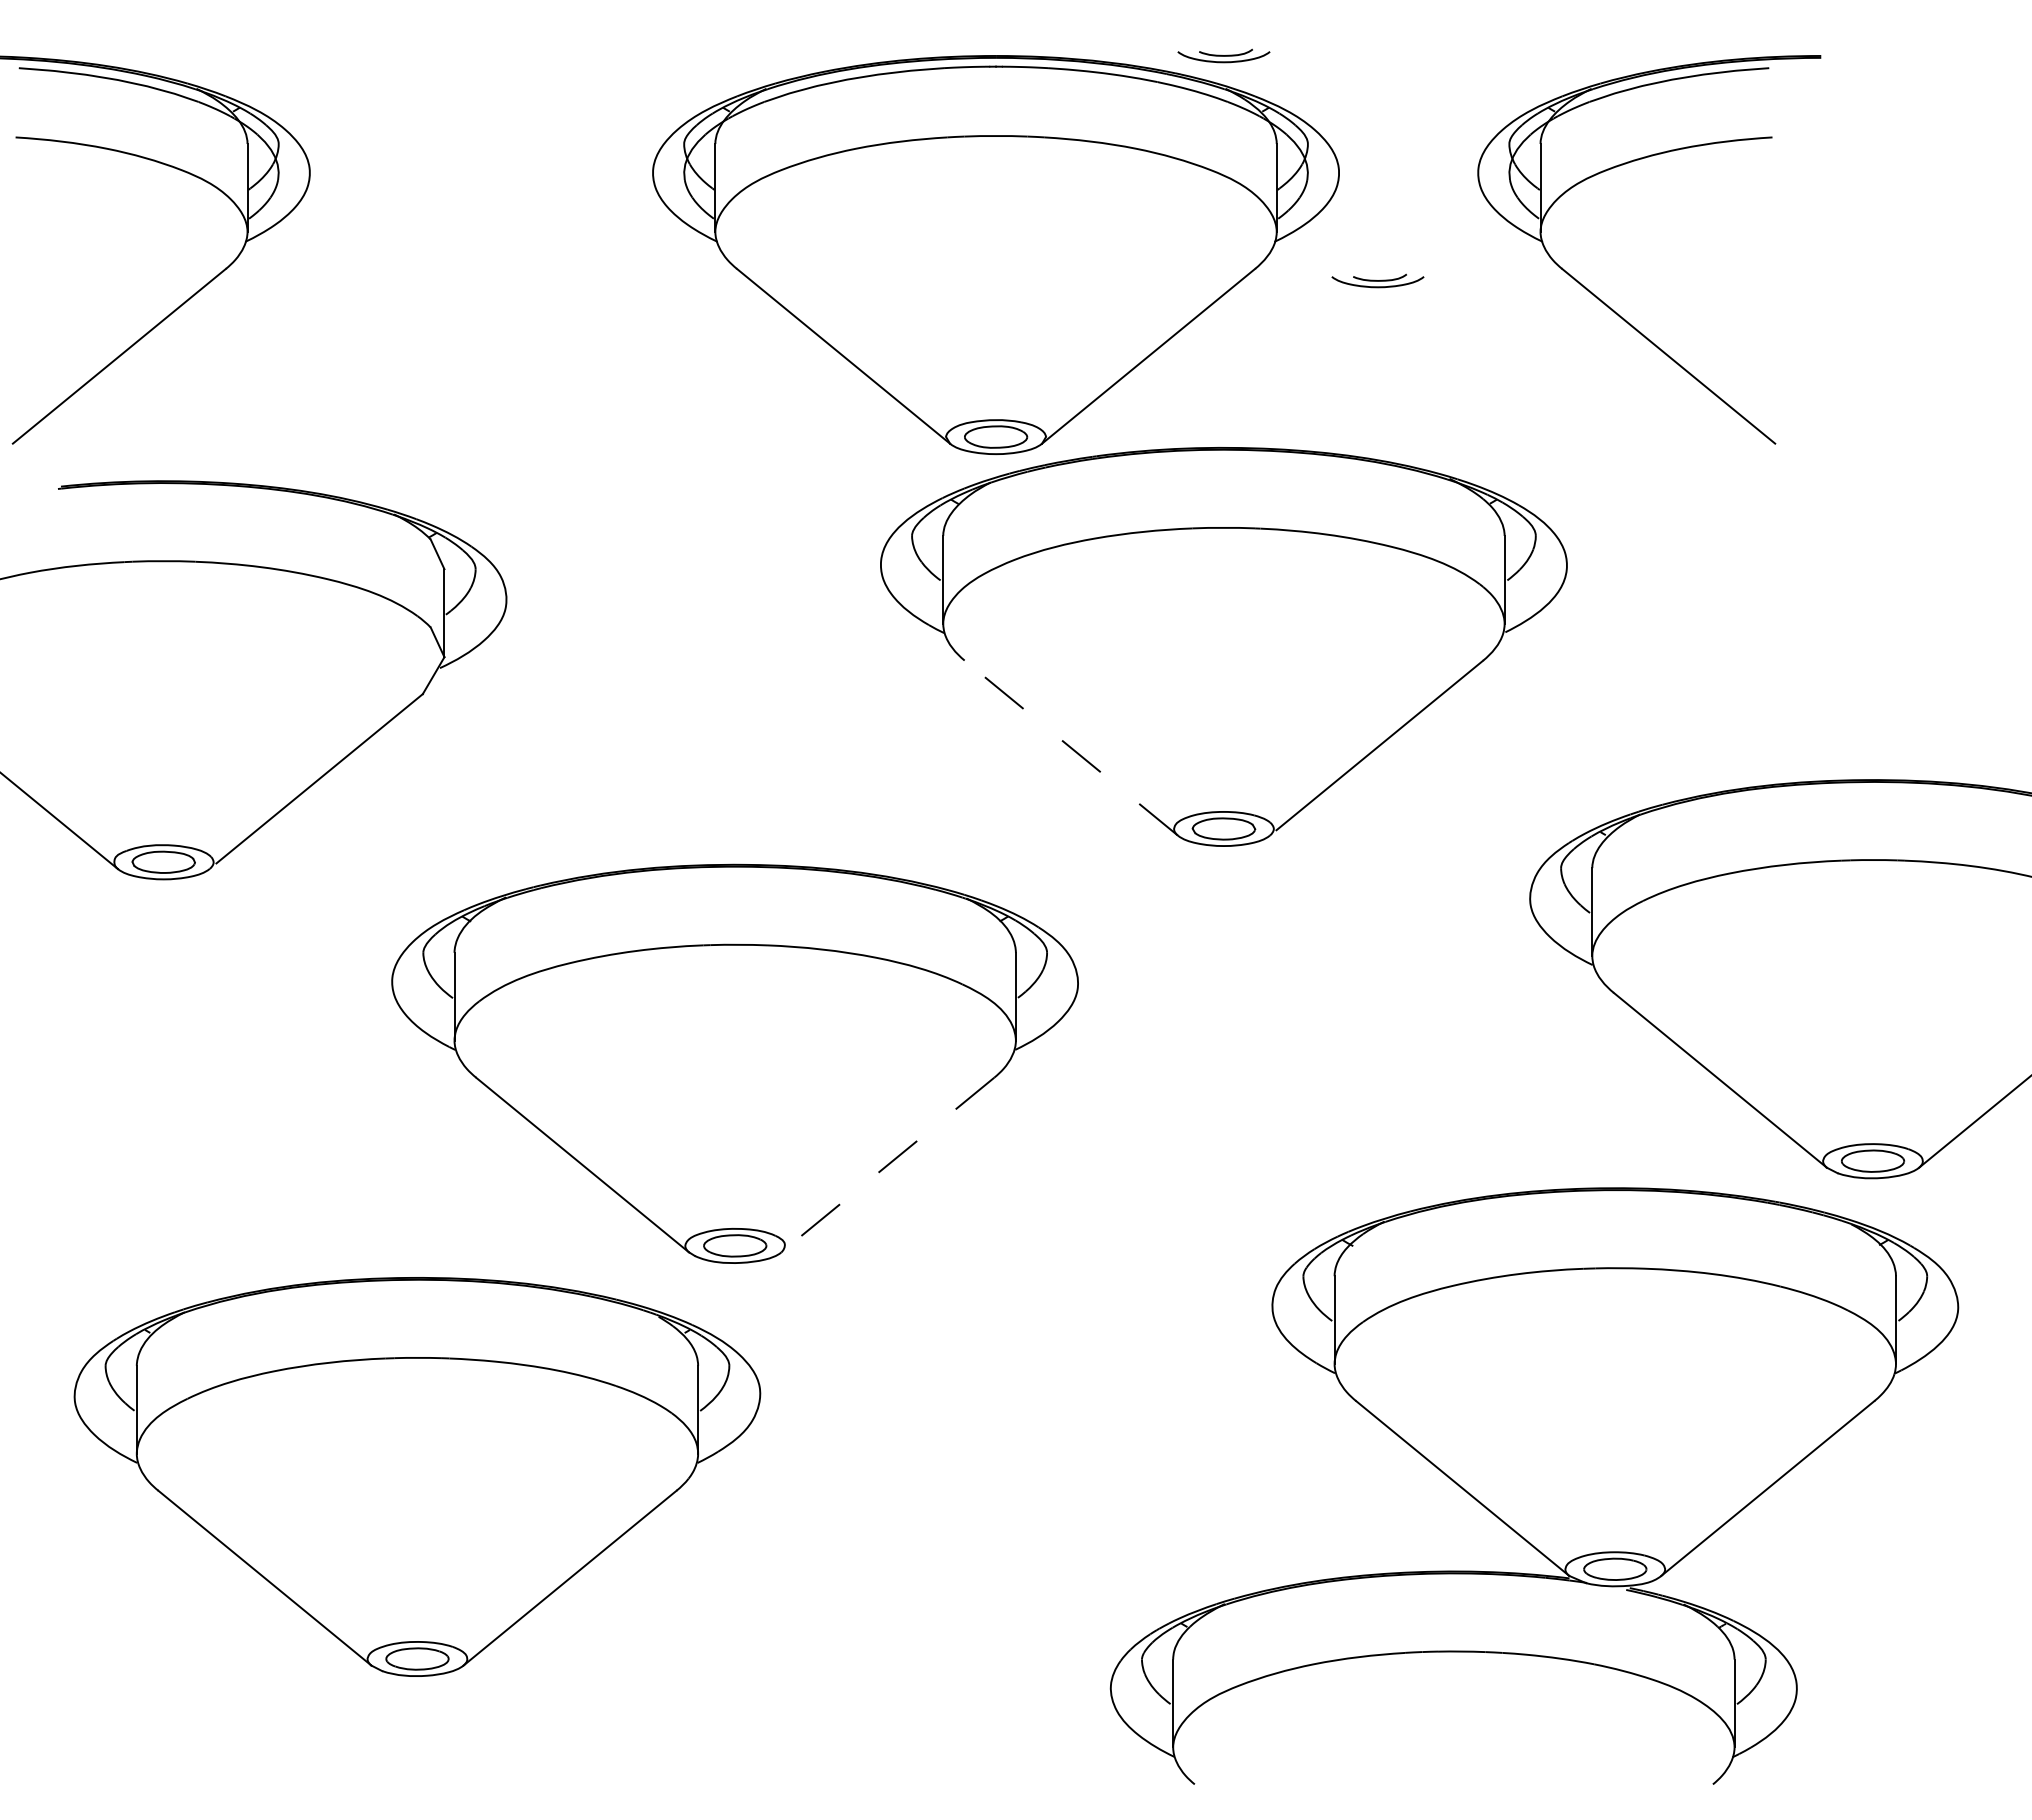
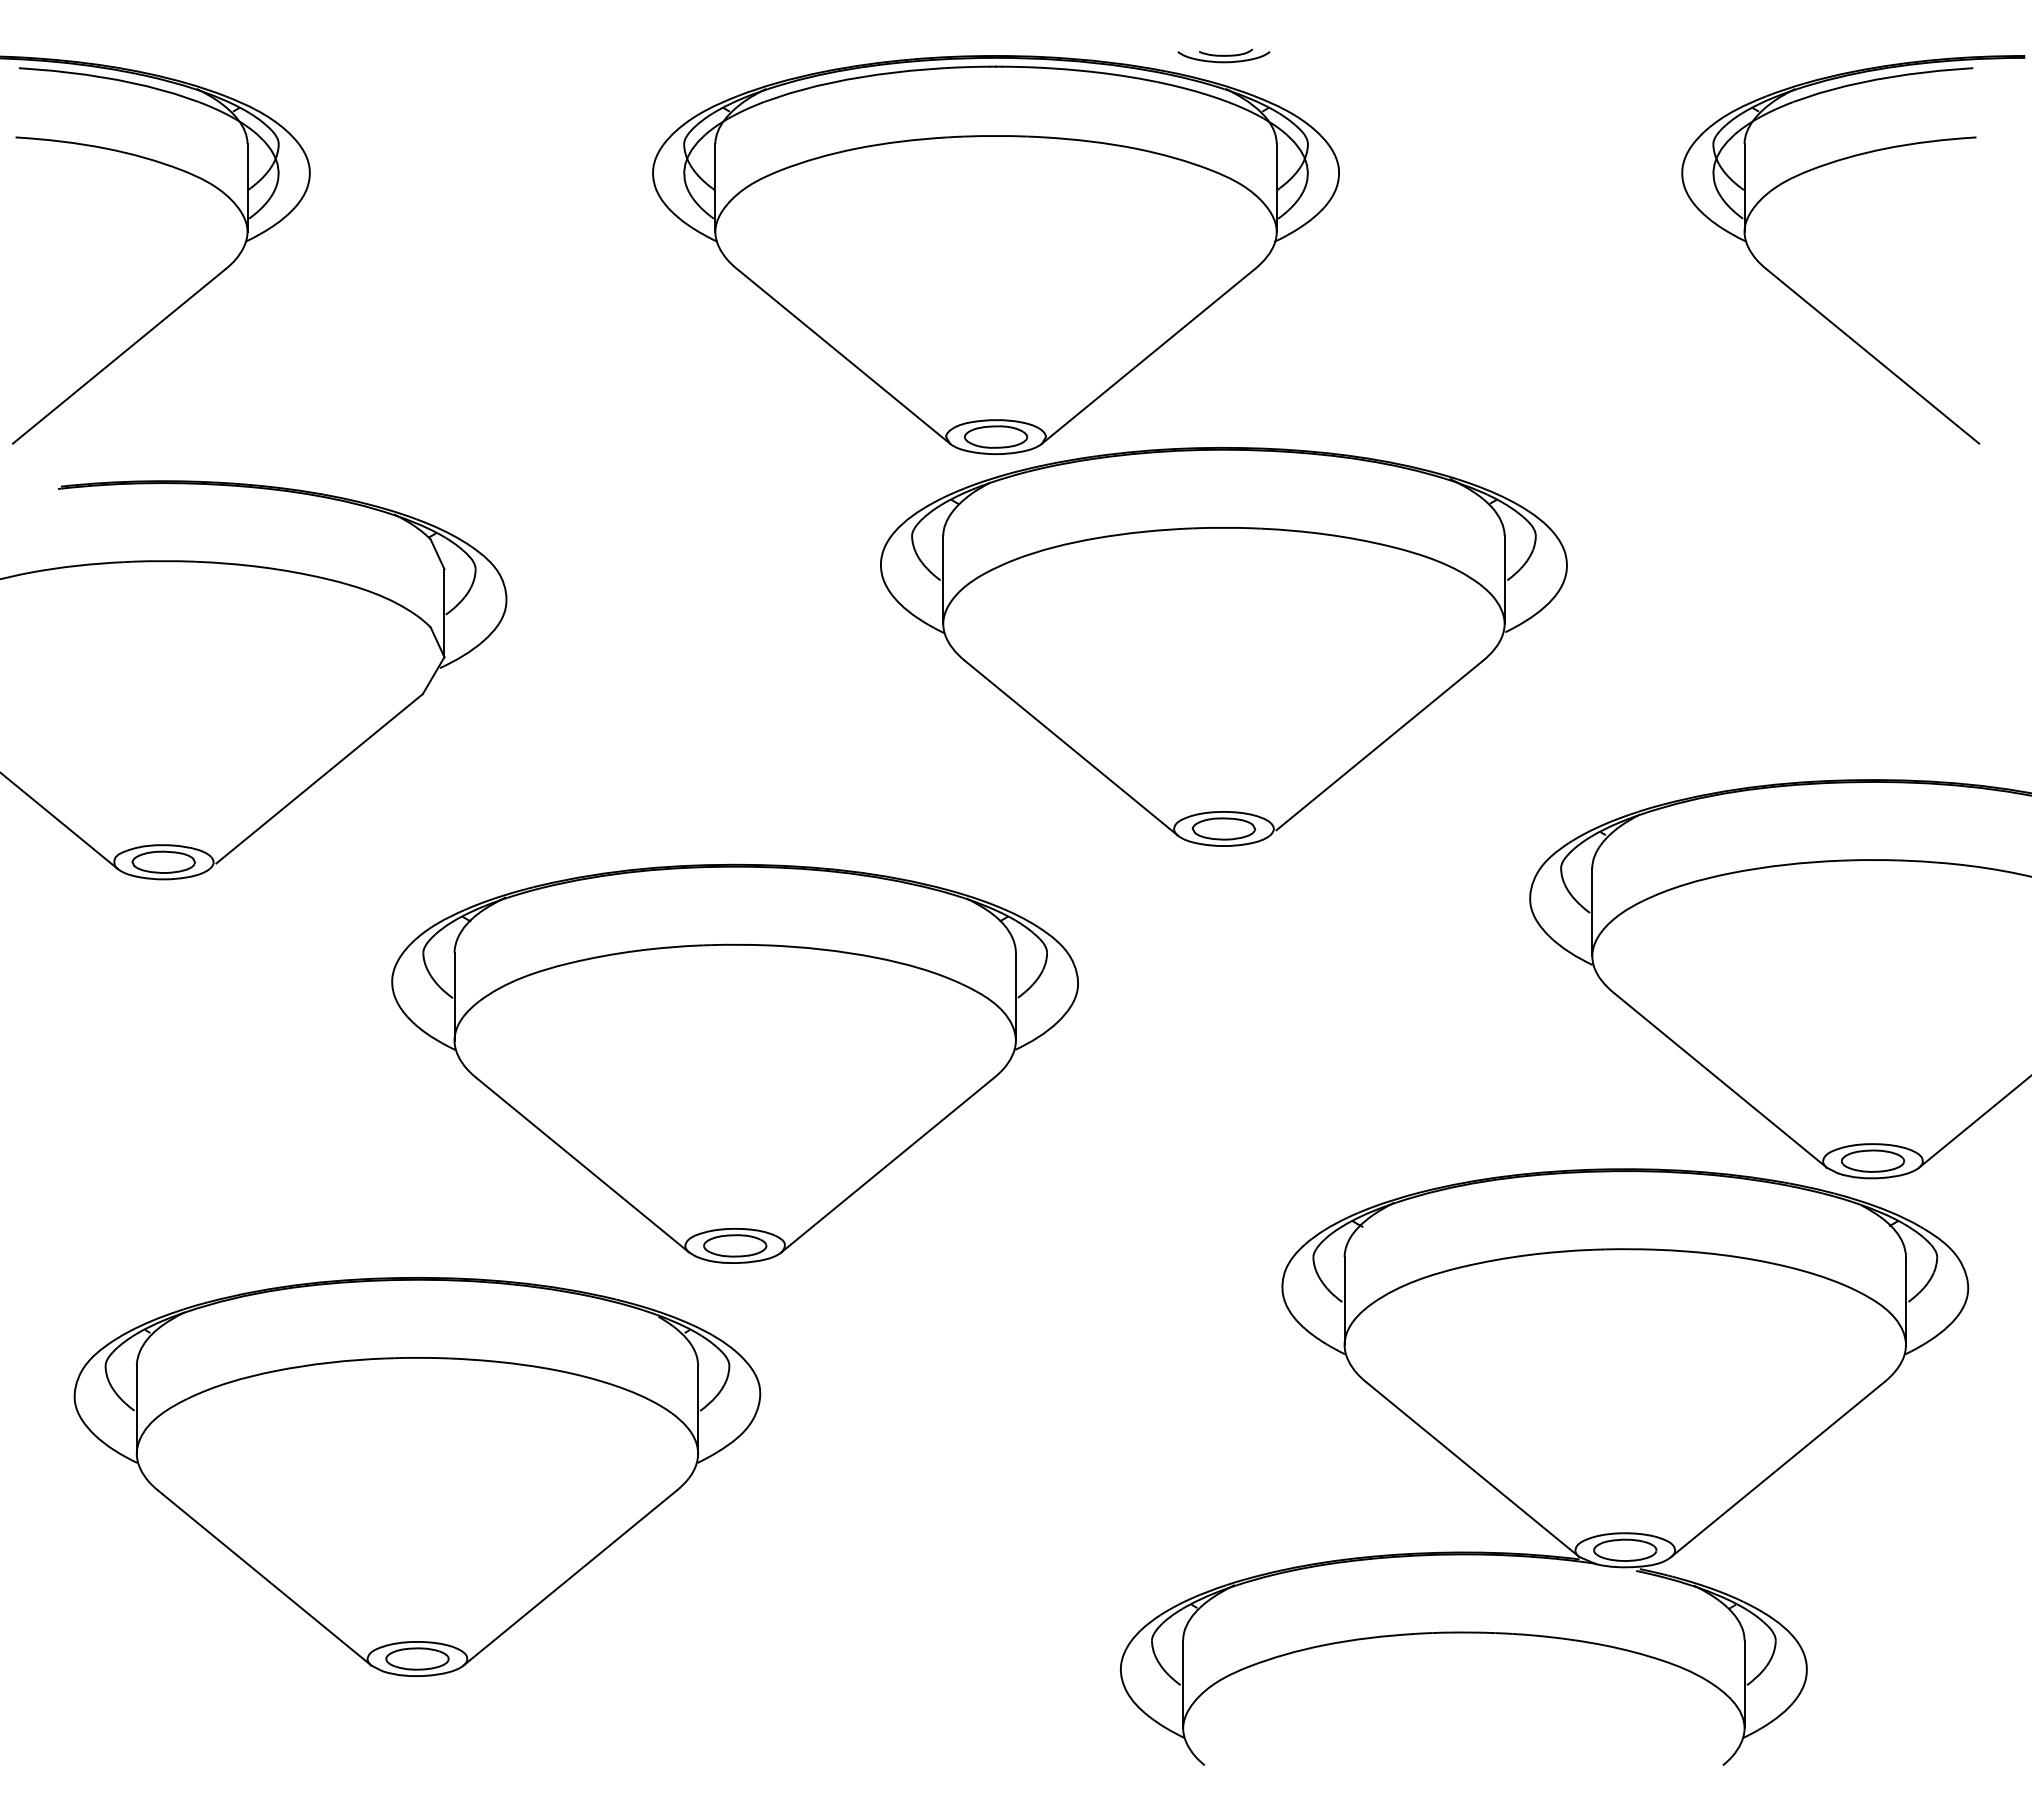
part at (1377, 280): present -> none
part at (1607, 304) position: (1607, 304) -> (1811, 304)
line at (1071, 748): dashed -> solid
line at (887, 1165): dashed -> solid
part at (1534, 1485) position: (1534, 1485) -> (1544, 1466)
